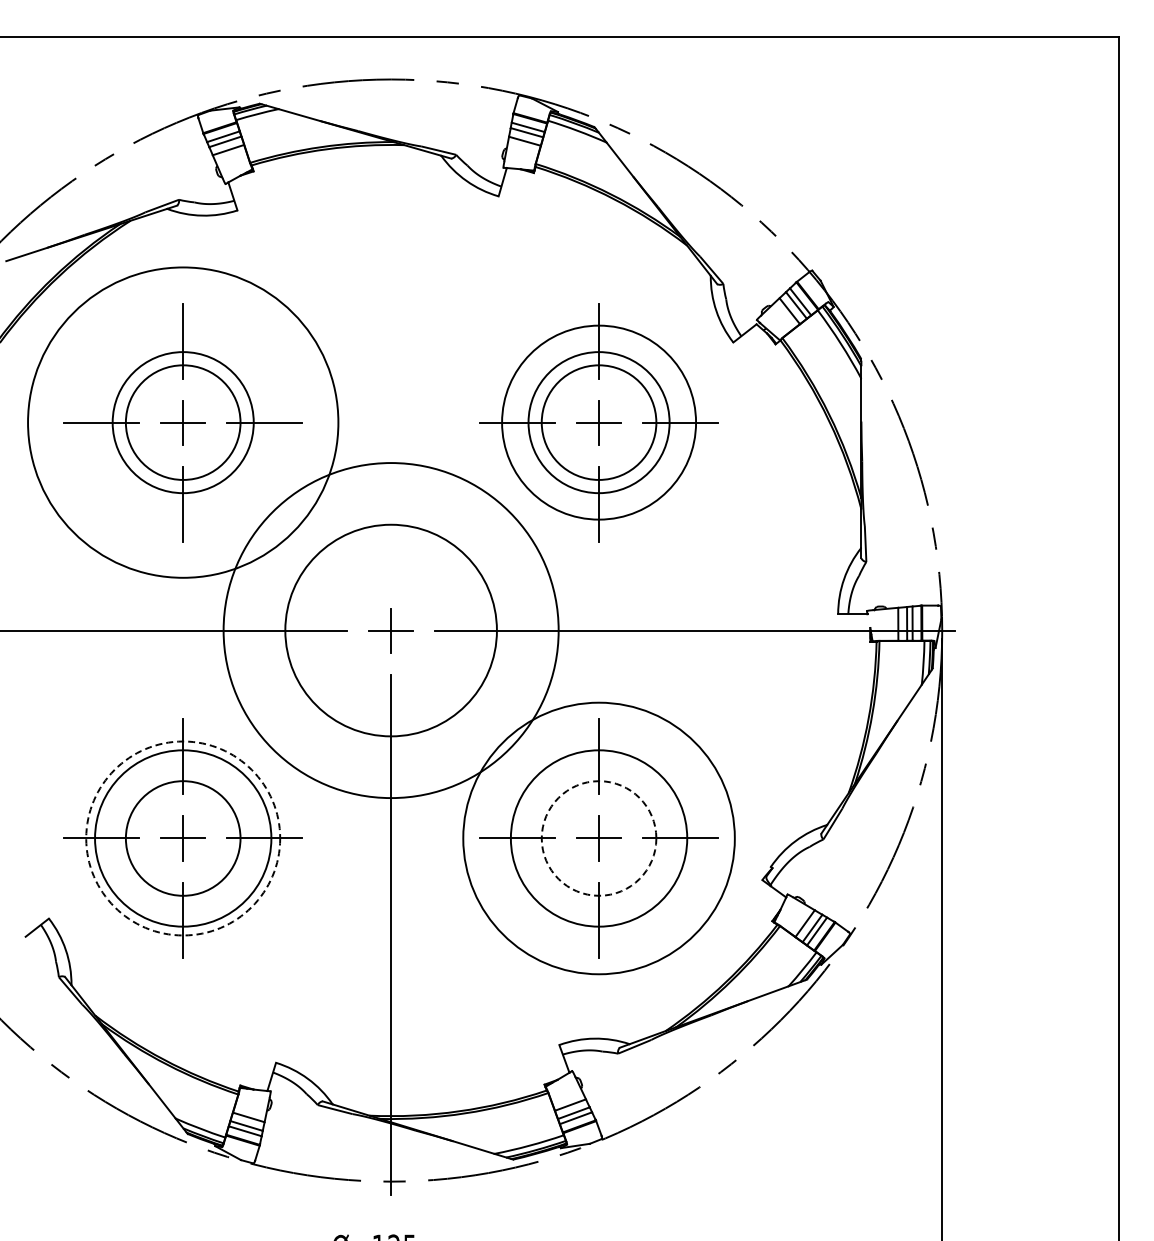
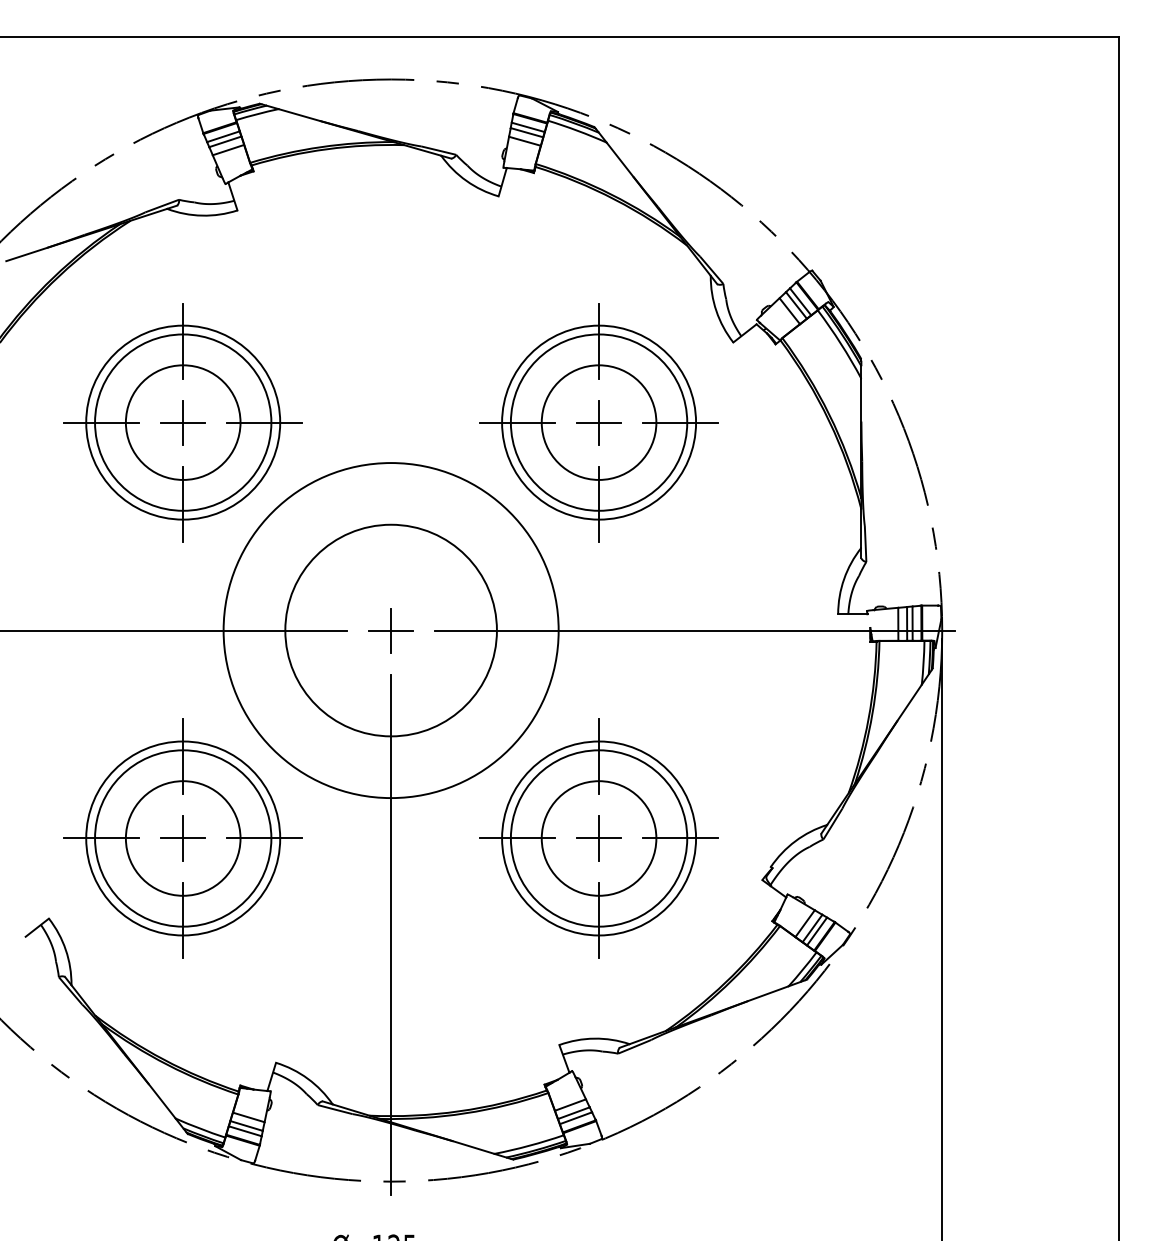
circle at (182, 422) diameter: 141 px -> 176 px
circle at (183, 422) diameter: 310 px -> 194 px
circle at (598, 422) diameter: 141 px -> 176 px
circle at (183, 838): dashed -> solid
circle at (598, 838) diameter: 272 px -> 194 px
circle at (598, 838): dashed -> solid
